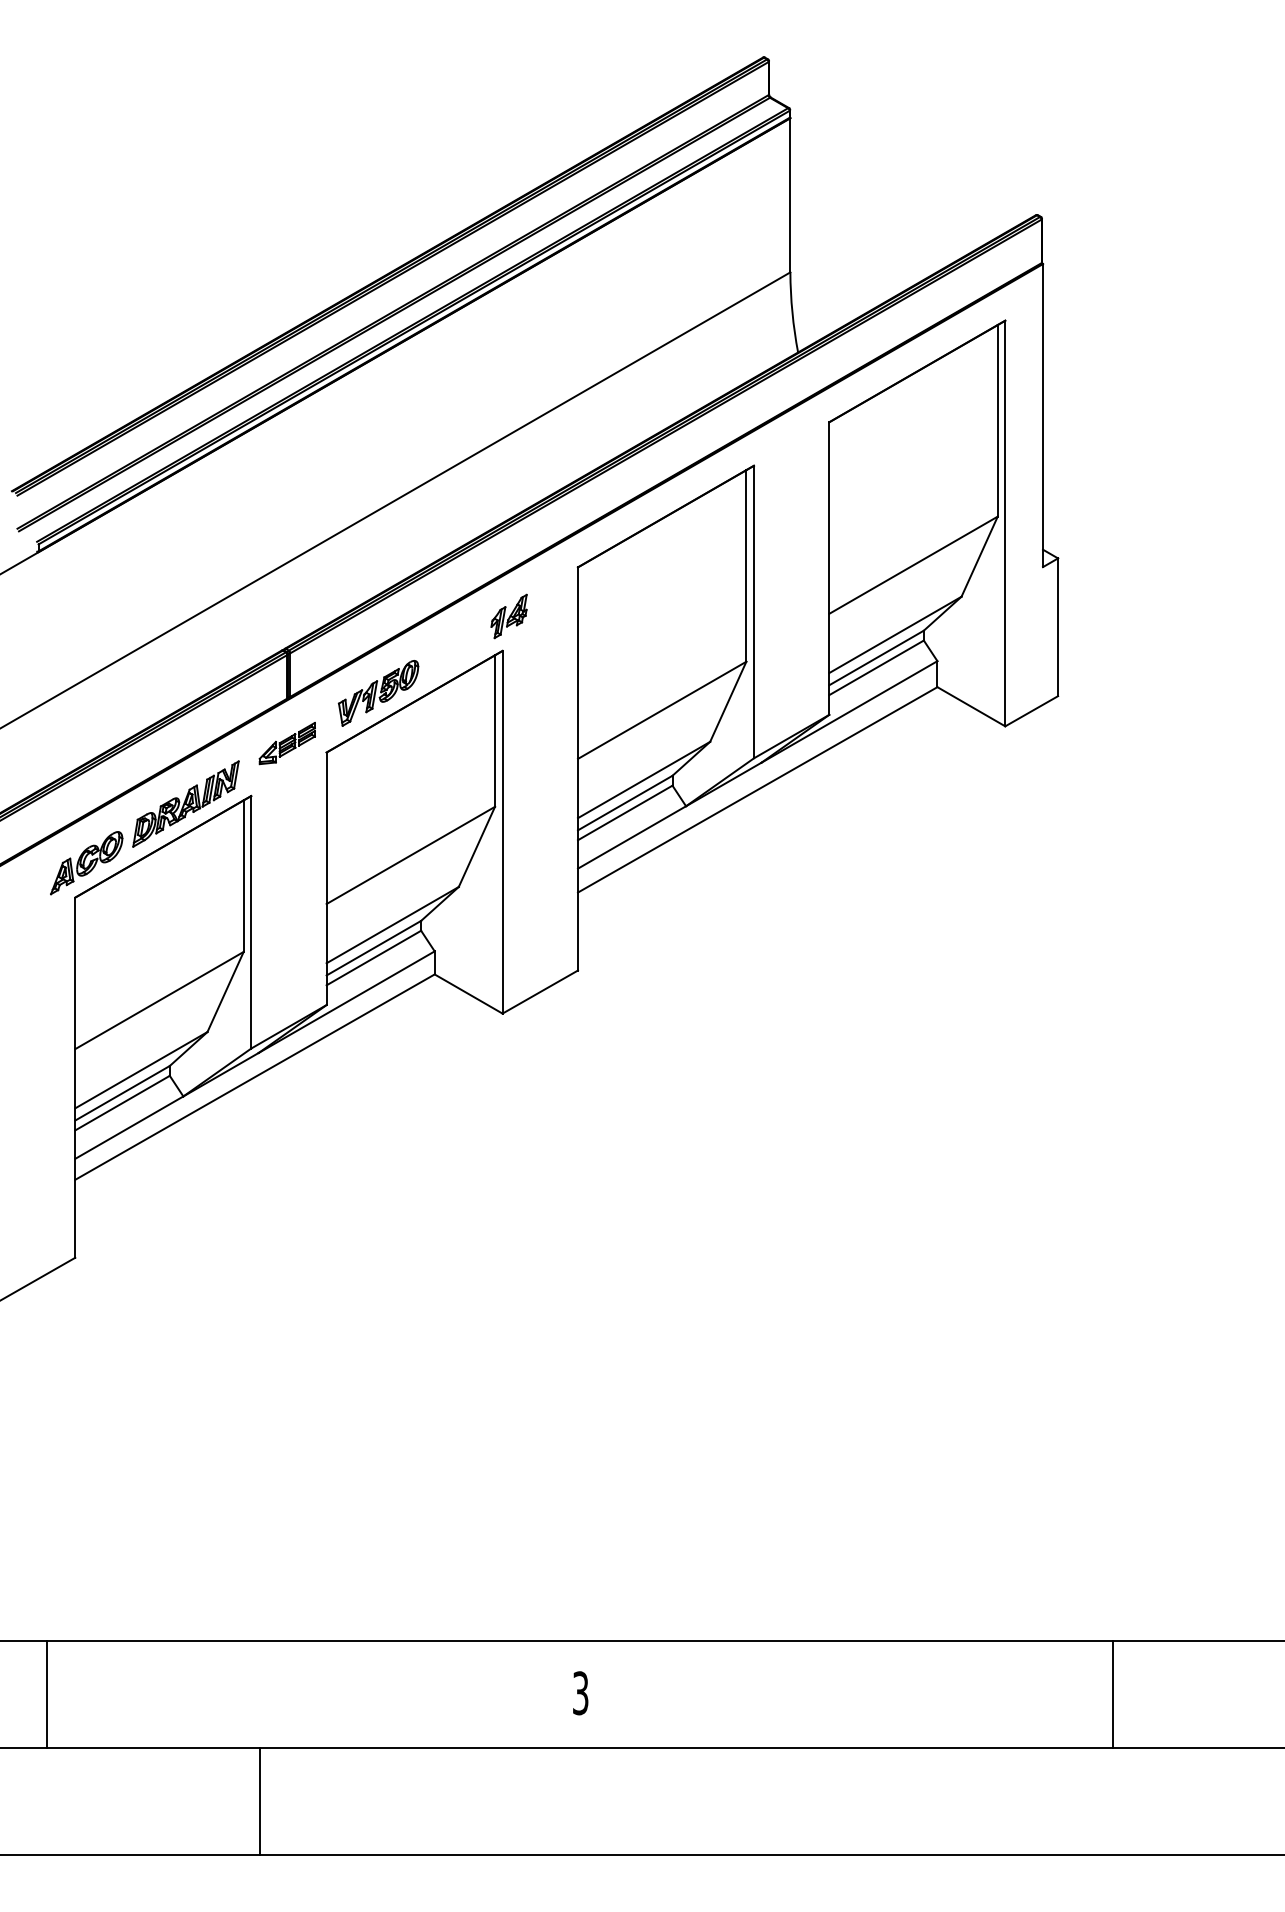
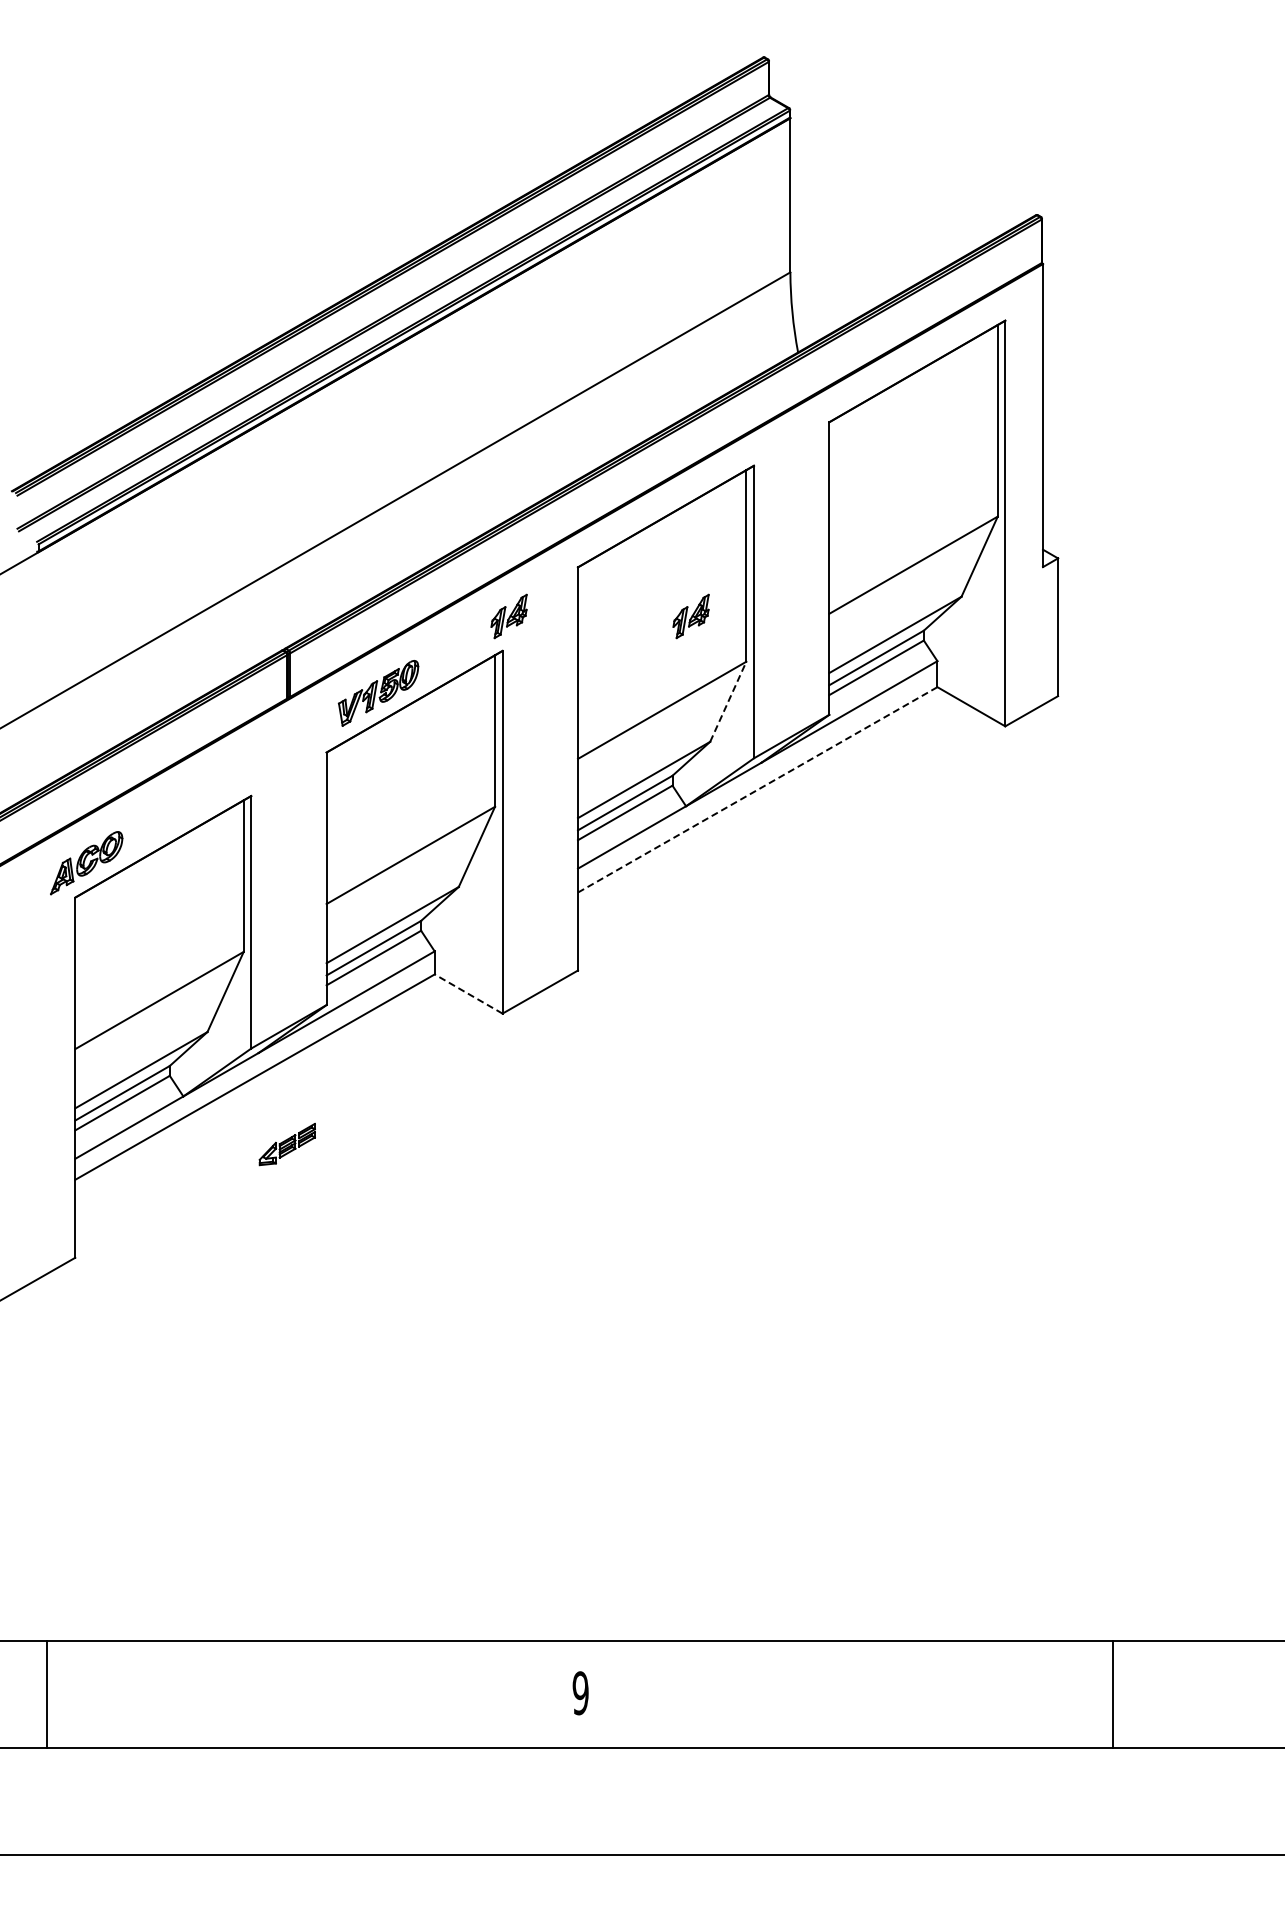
part at (690, 616): none -> present
line at (728, 701): solid -> dashed
part at (286, 743) position: (286, 743) -> (286, 1144)
line at (757, 789): solid -> dashed
part at (185, 803): present -> none
line at (468, 993): solid -> dashed
text at (580, 1693): 3 -> 9
line at (259, 1800): present -> none
